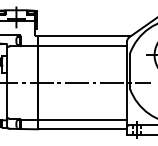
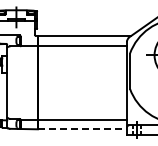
line at (76, 82): present -> none
line at (82, 129): solid -> dashed
